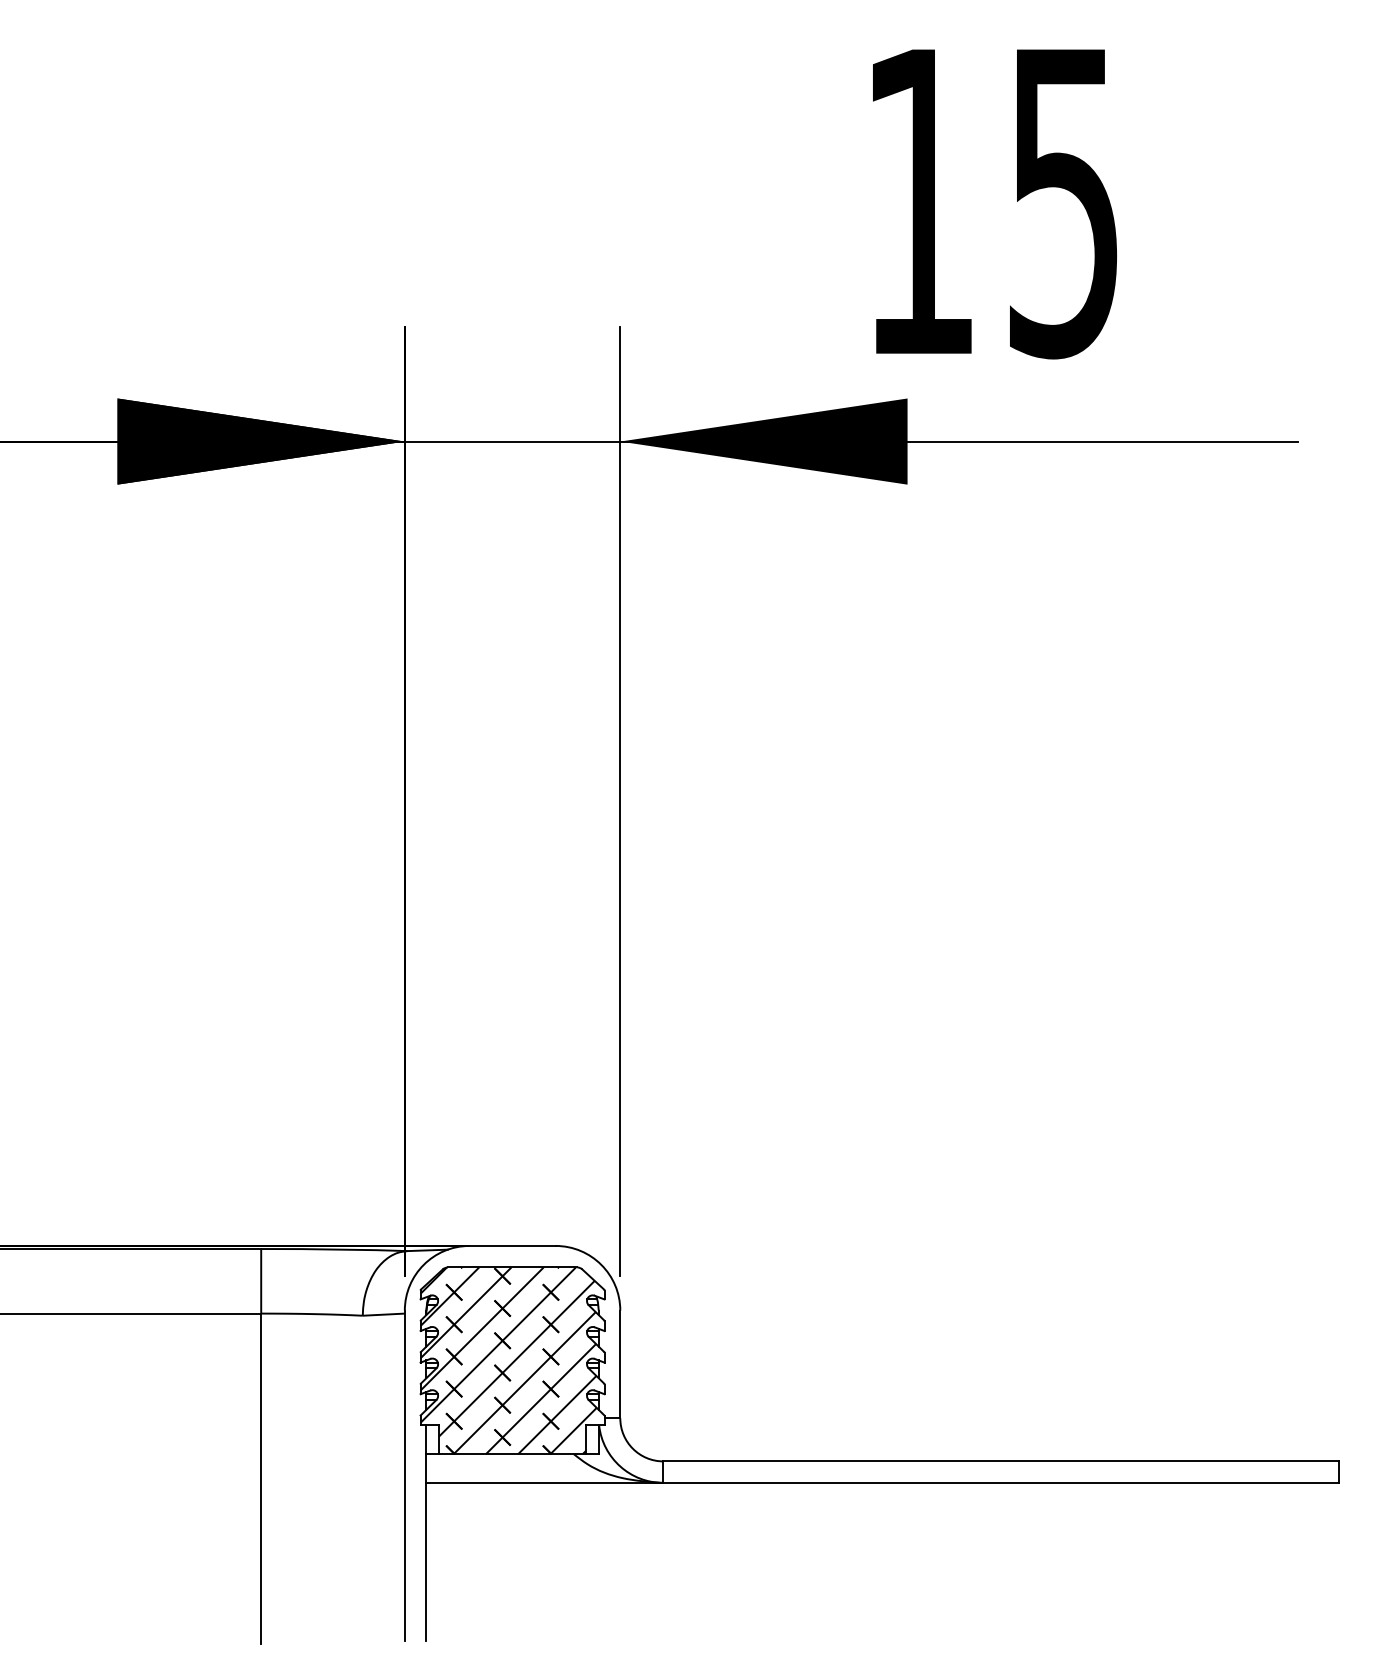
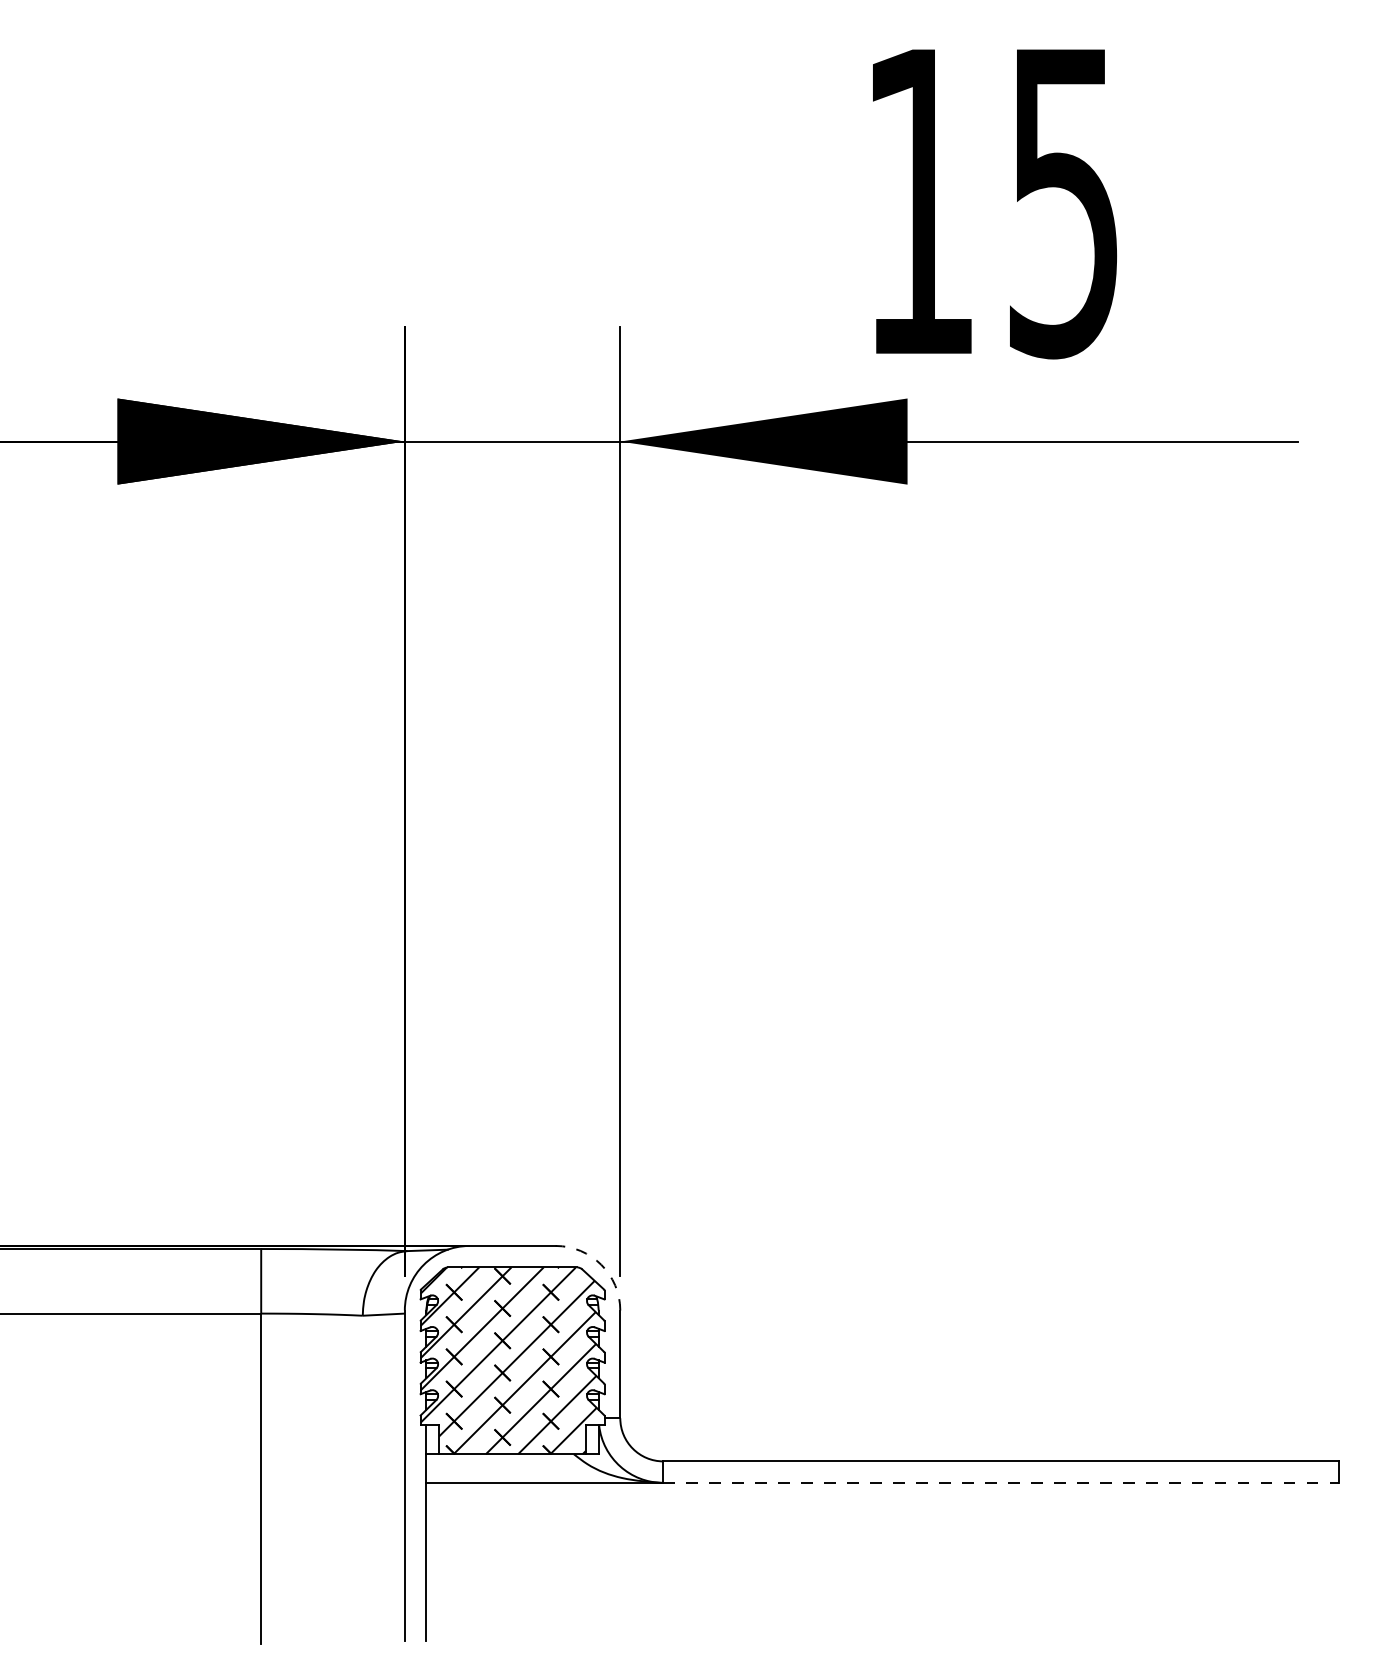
arc at (601, 1264): solid -> dashed
line at (1000, 1482): solid -> dashed
